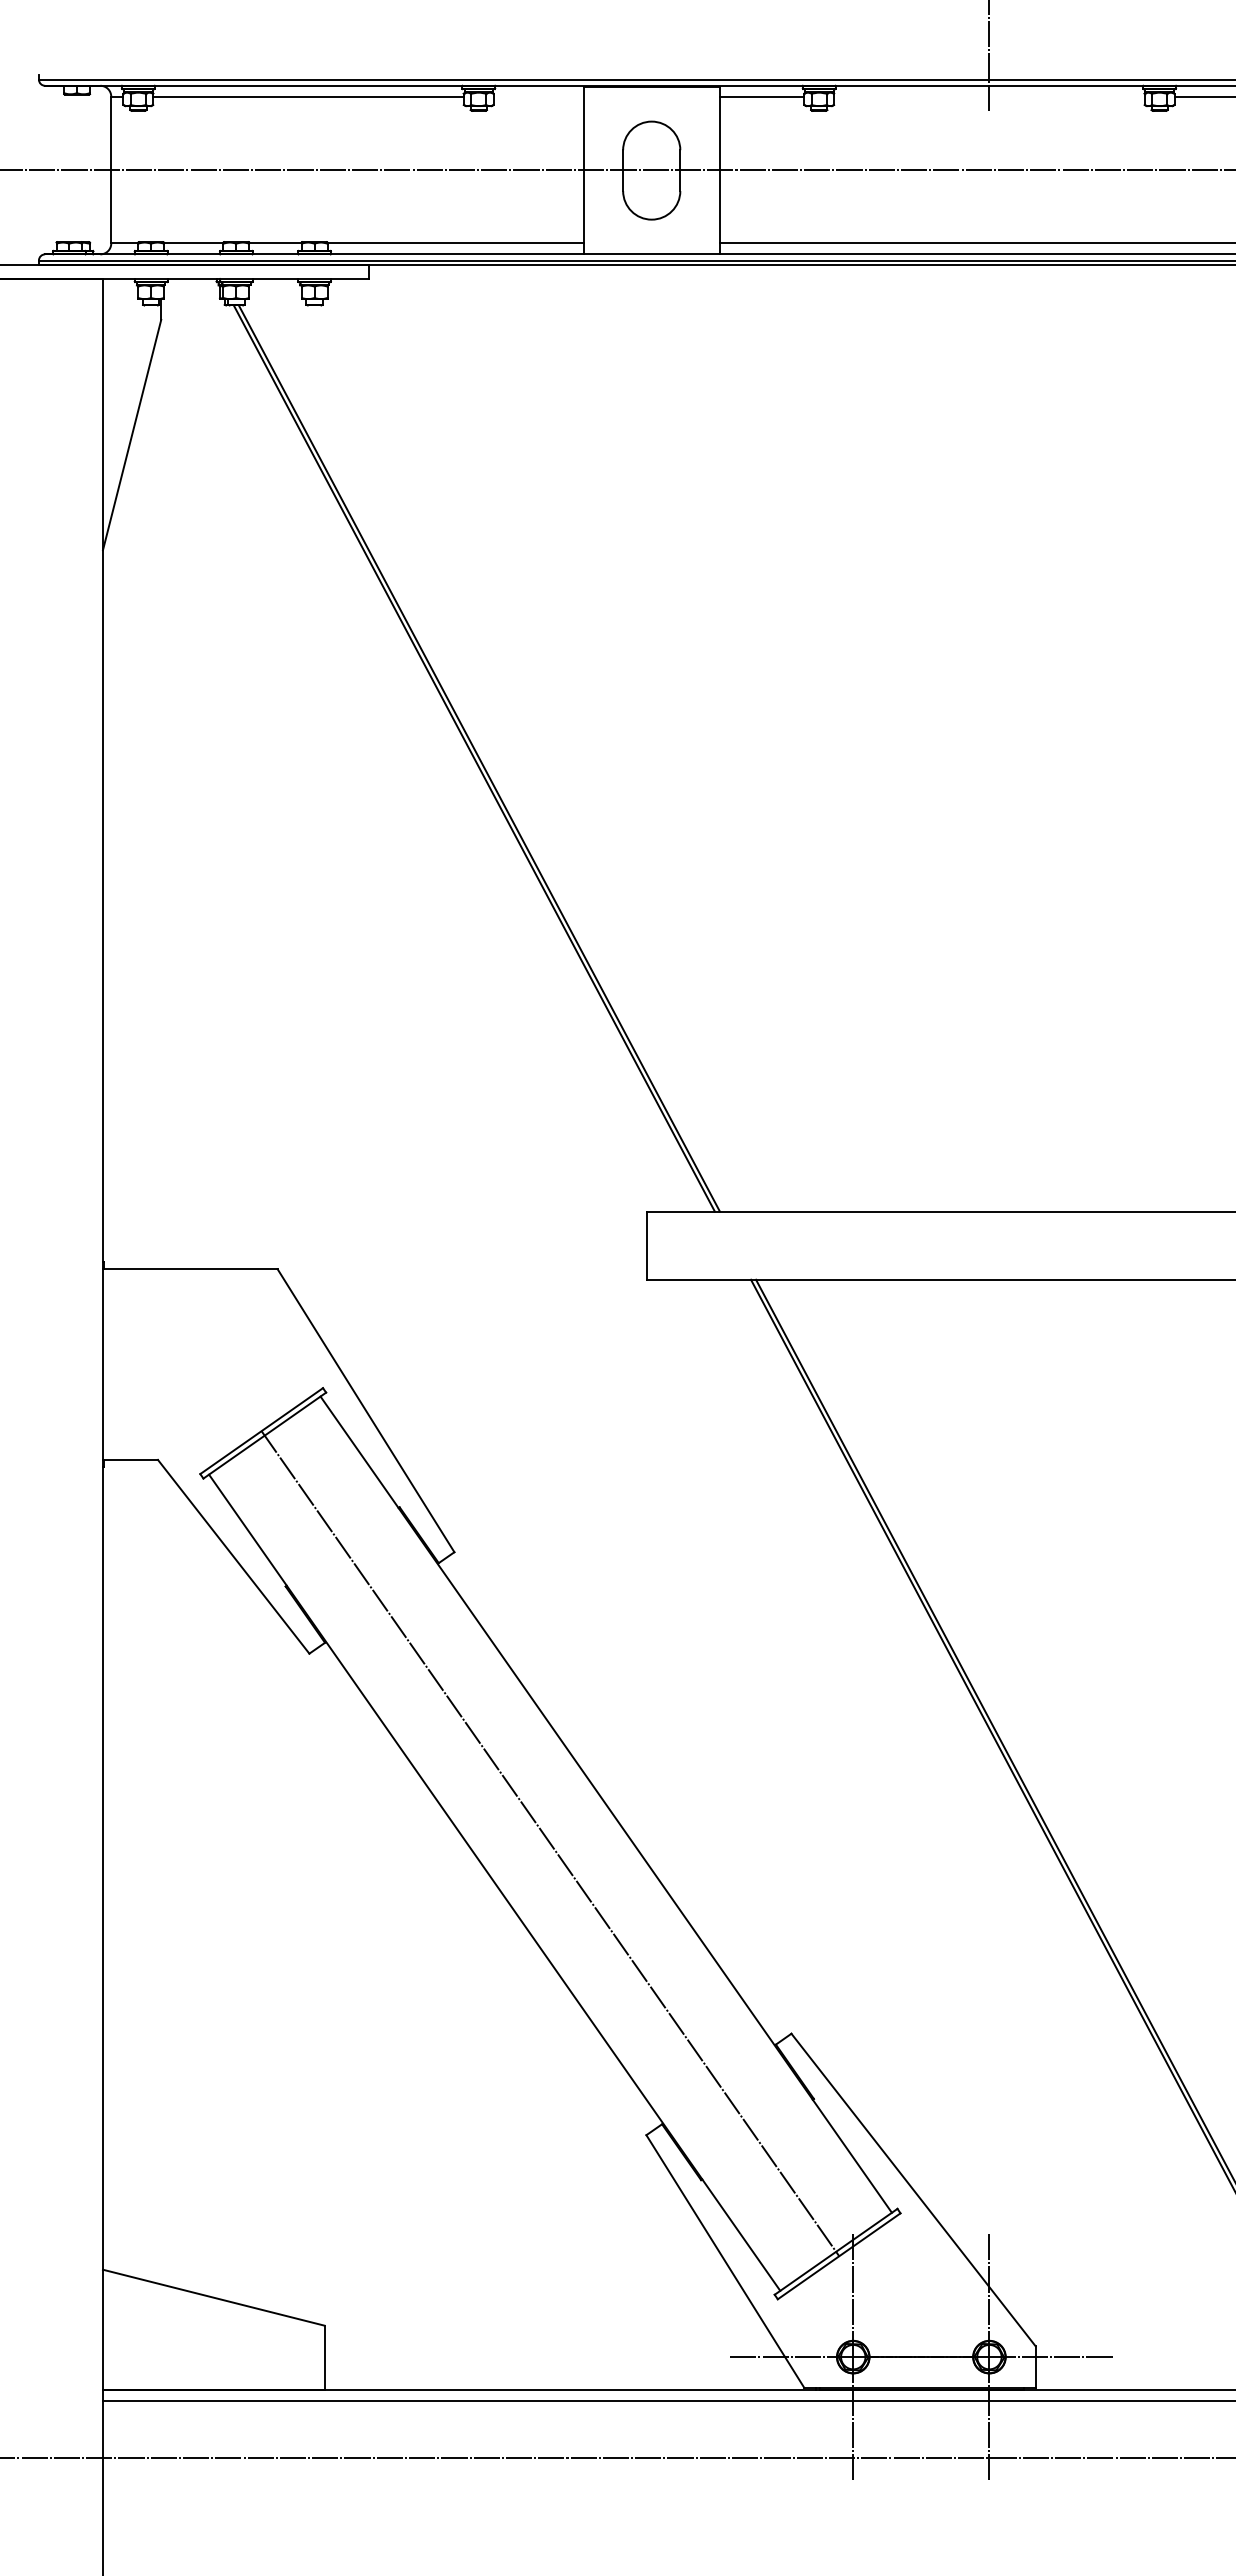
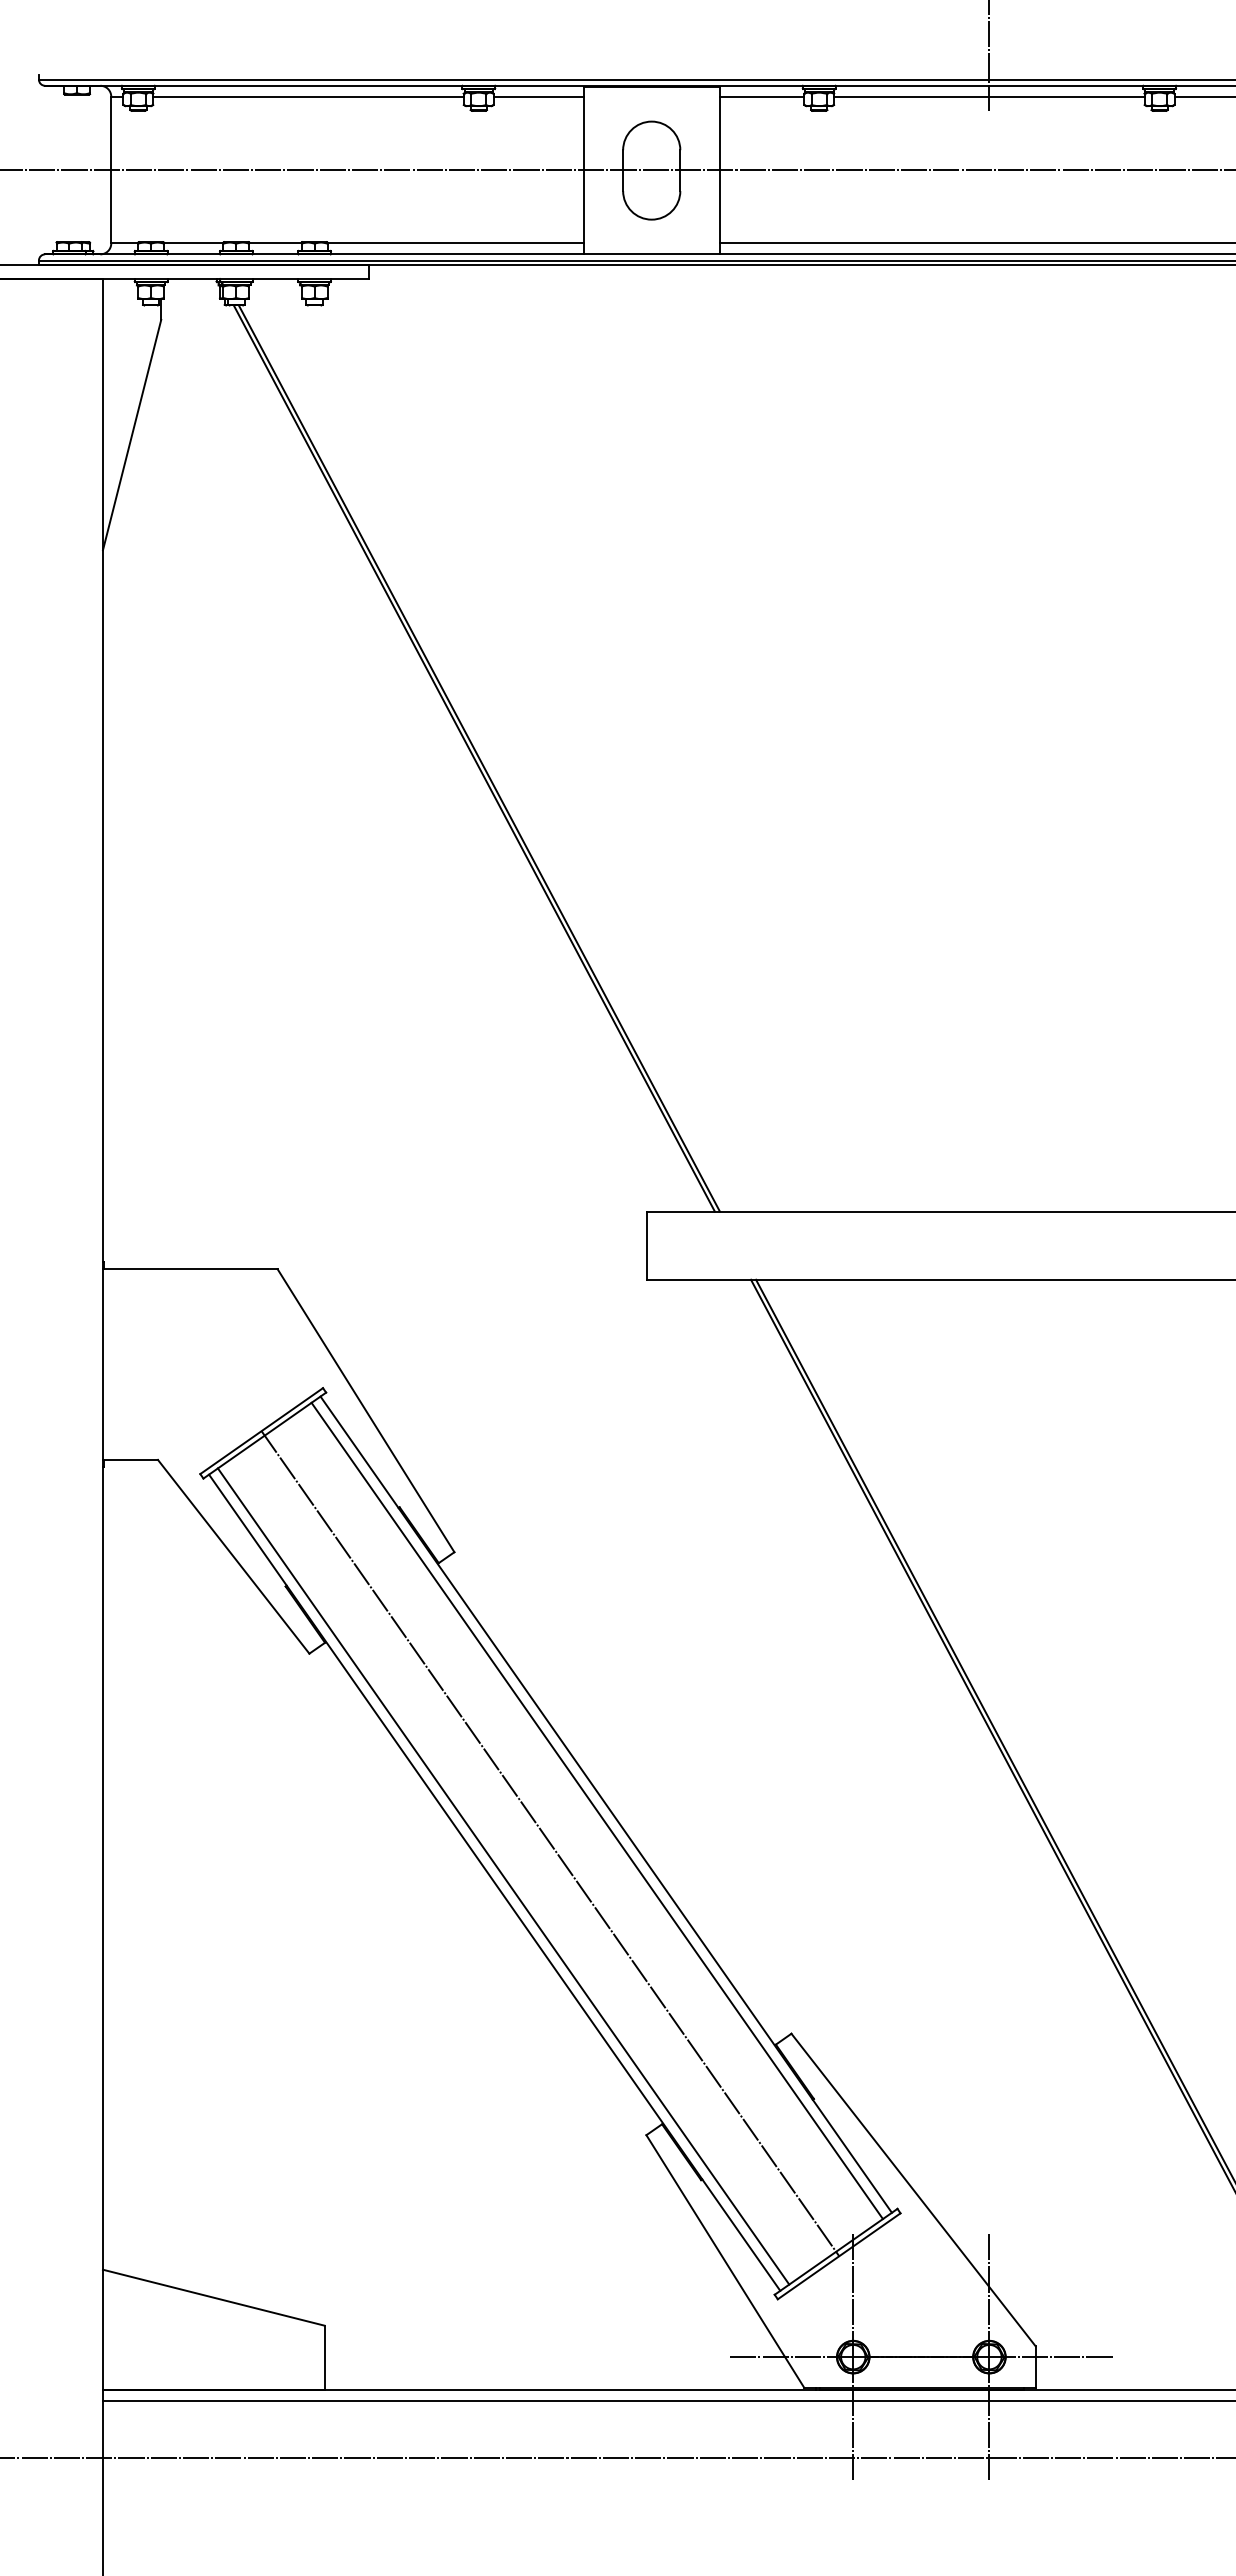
line at (538, 96): none -> present
line at (989, 96): none -> present
line at (596, 1810): none -> present
line at (503, 1876): none -> present
